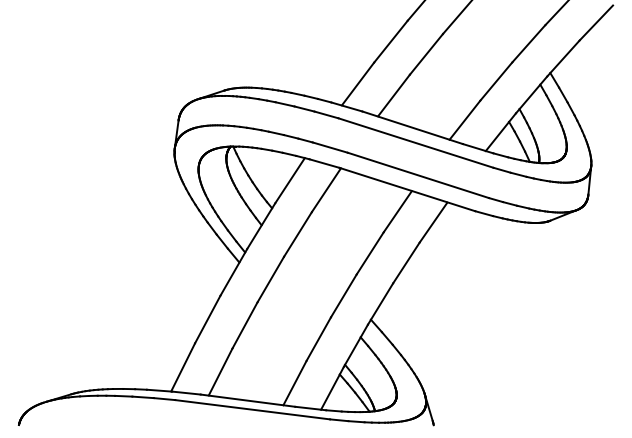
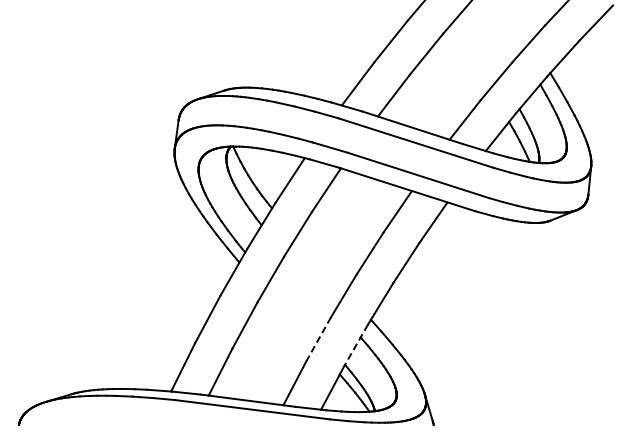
line at (318, 339): solid -> dashed
line at (355, 346): solid -> dashed
